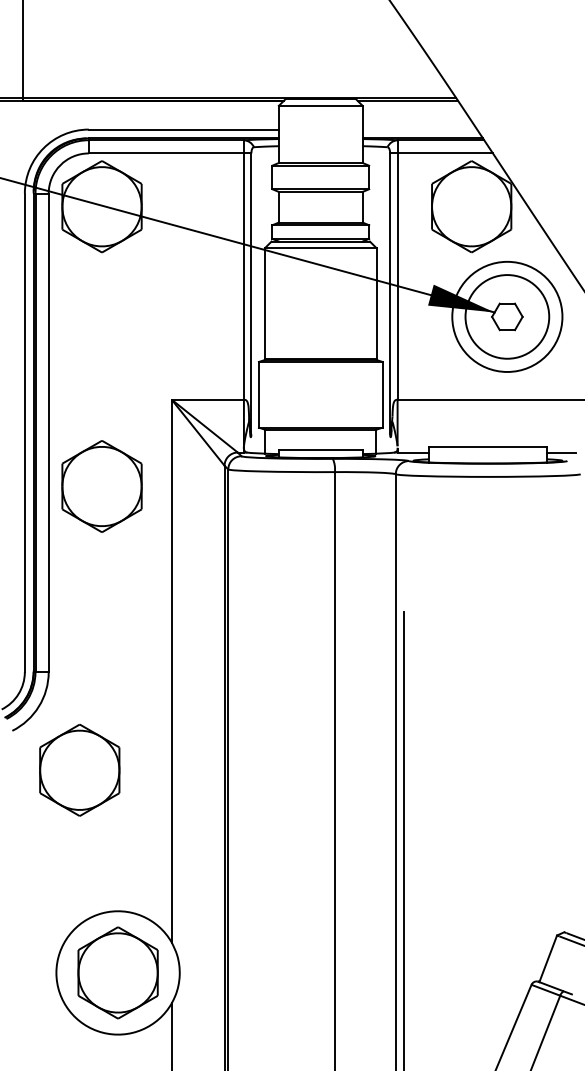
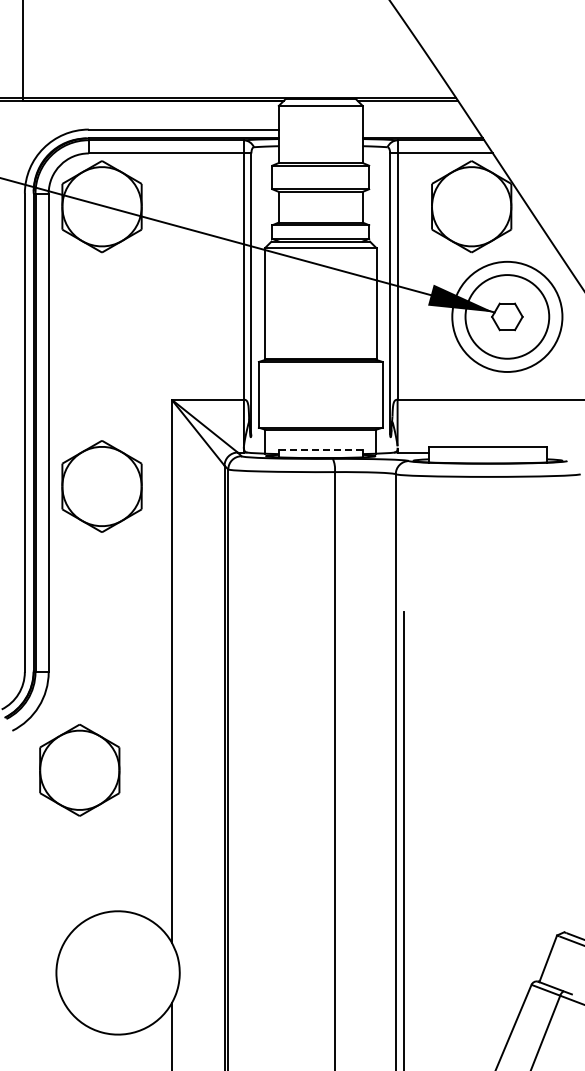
line at (320, 449): solid -> dashed
line at (561, 452): present -> none
part at (117, 972): present -> none
